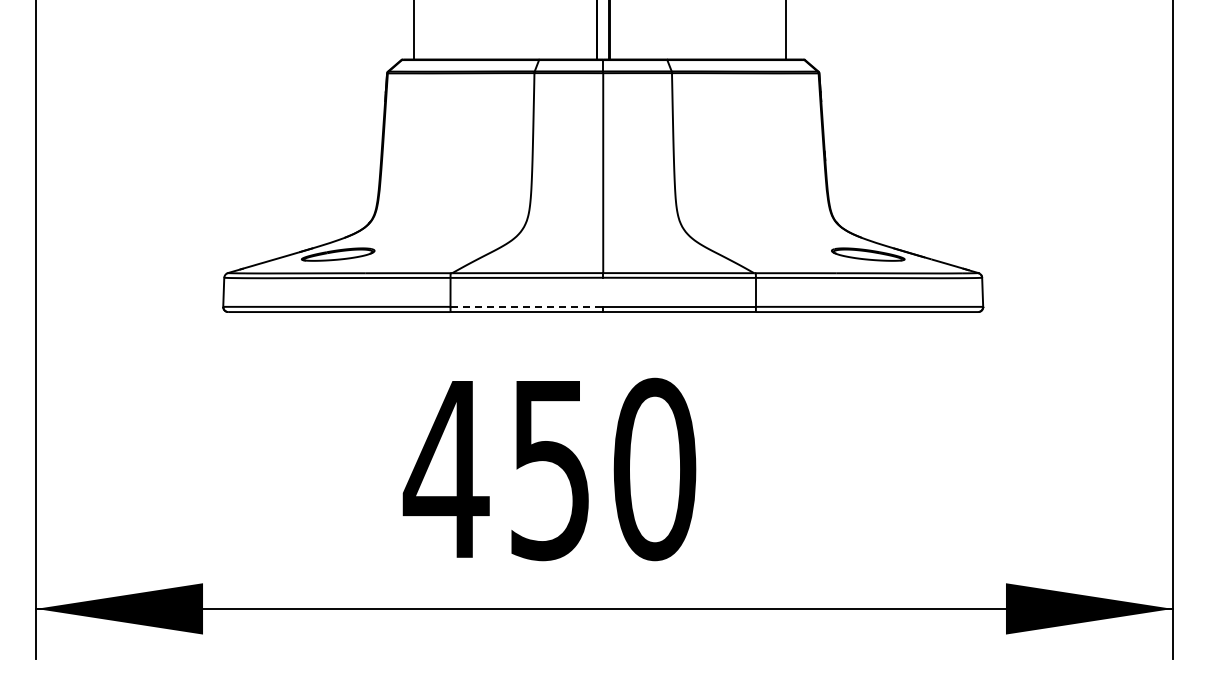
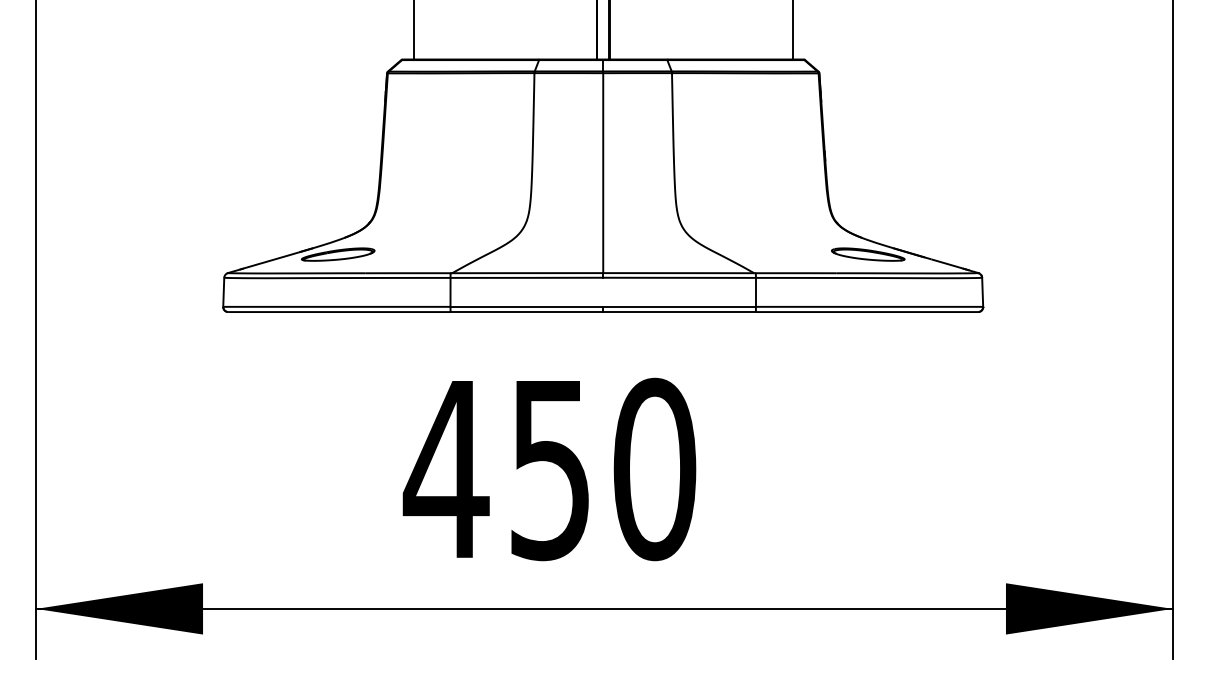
line at (785, 30) position: (785, 30) -> (792, 30)
line at (527, 306): dashed -> solid
